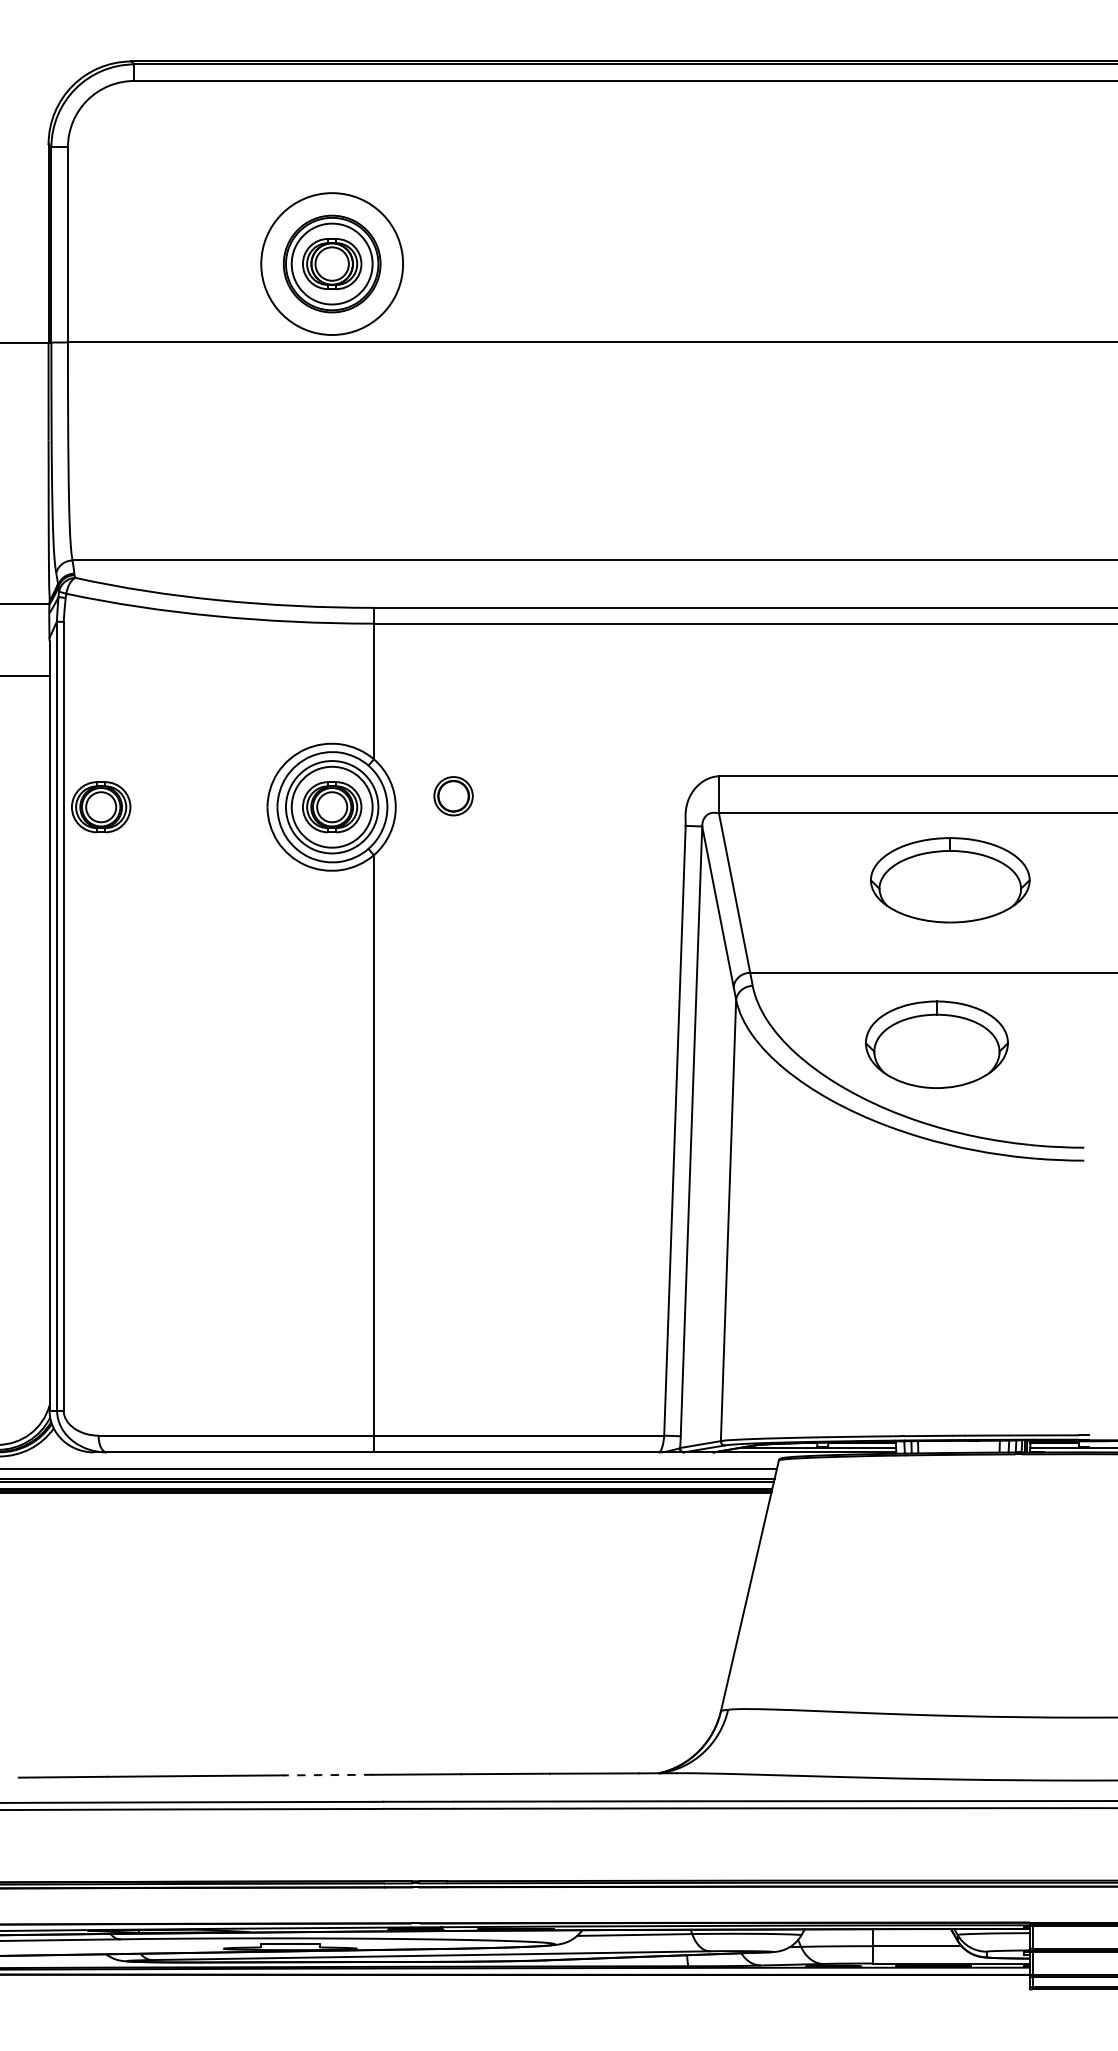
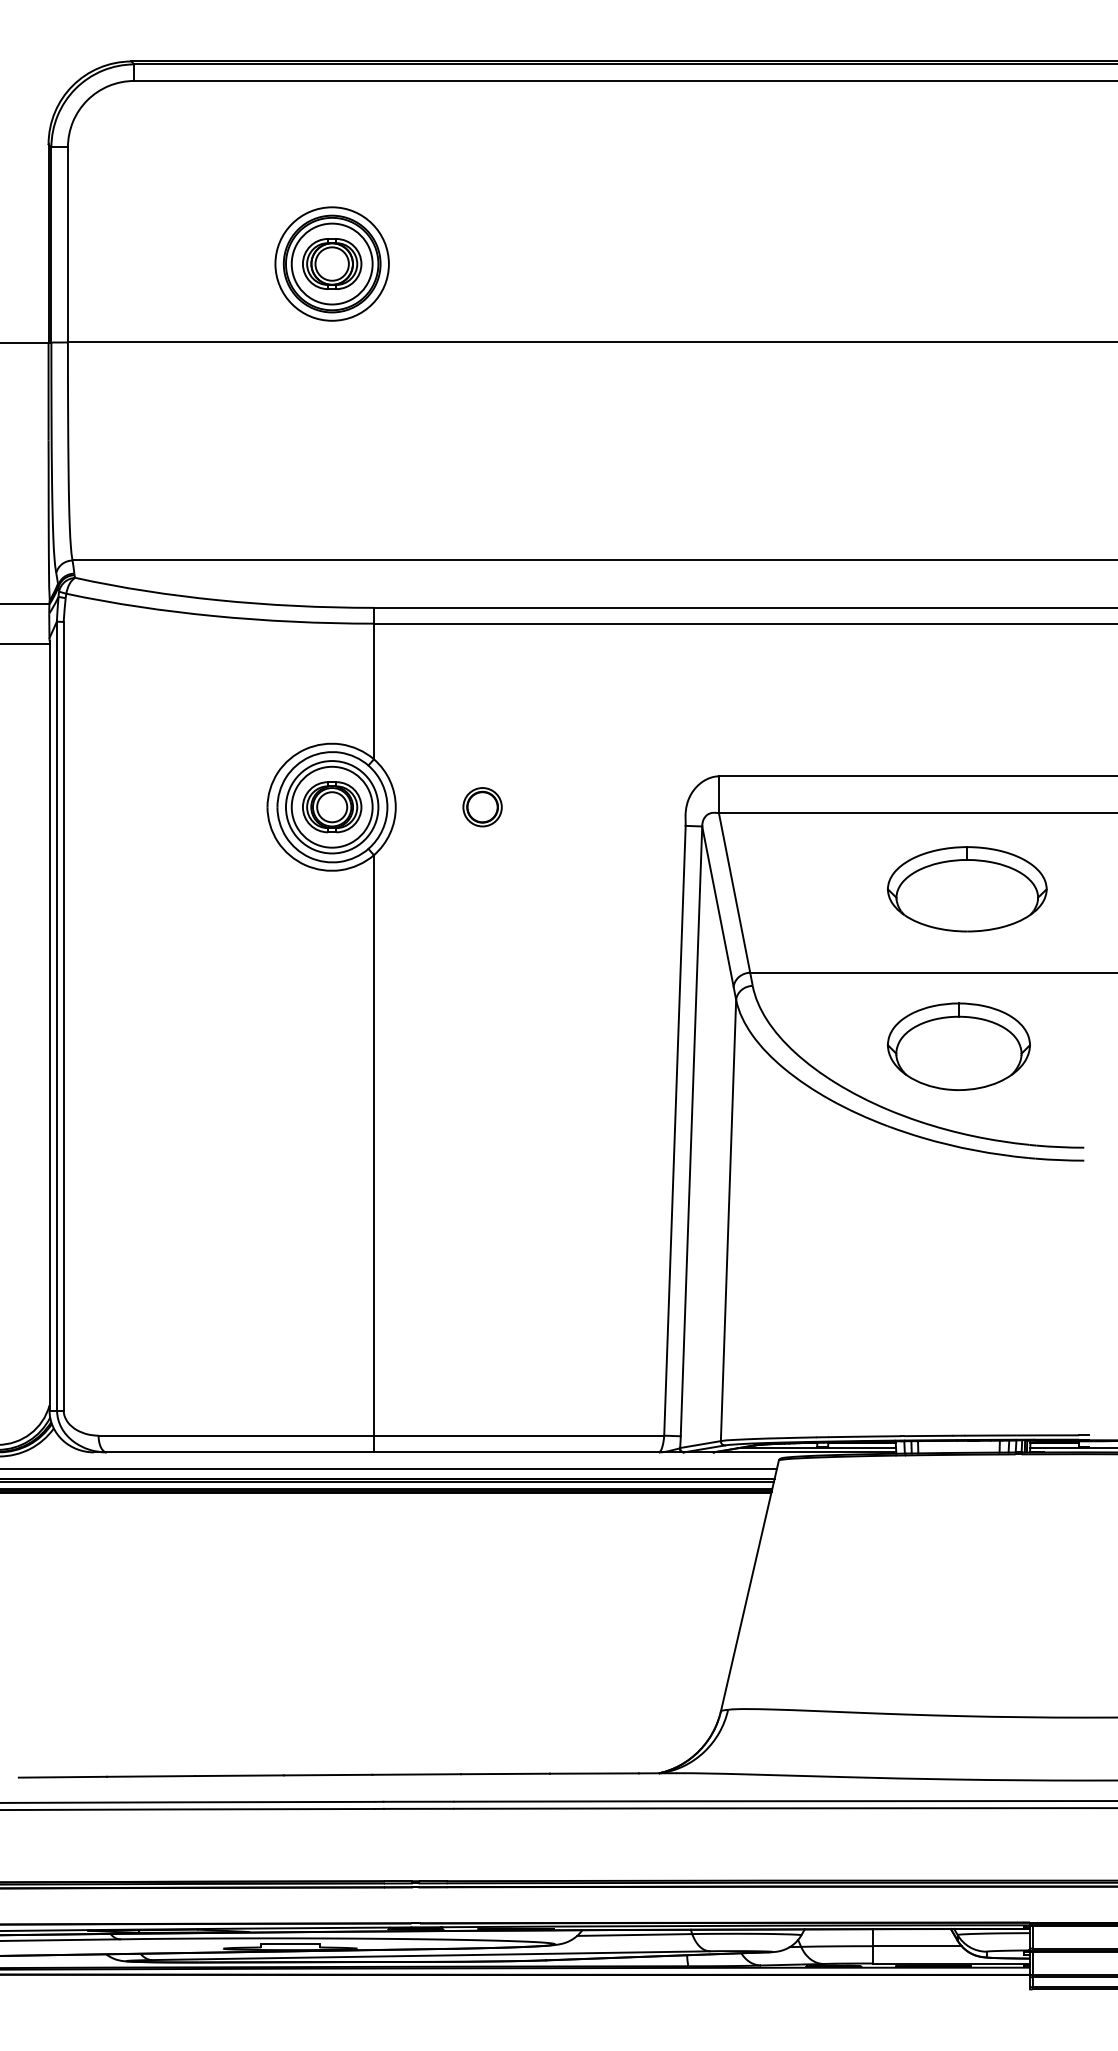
circle at (332, 264) diameter: 142 px -> 113 px
line at (25, 676) position: (25, 676) -> (25, 644)
part at (453, 796) position: (453, 796) -> (482, 807)
part at (101, 807): present -> none
part at (949, 880) position: (949, 880) -> (966, 889)
part at (936, 1044) position: (936, 1044) -> (958, 1046)
line at (327, 1775): dashed -> solid
